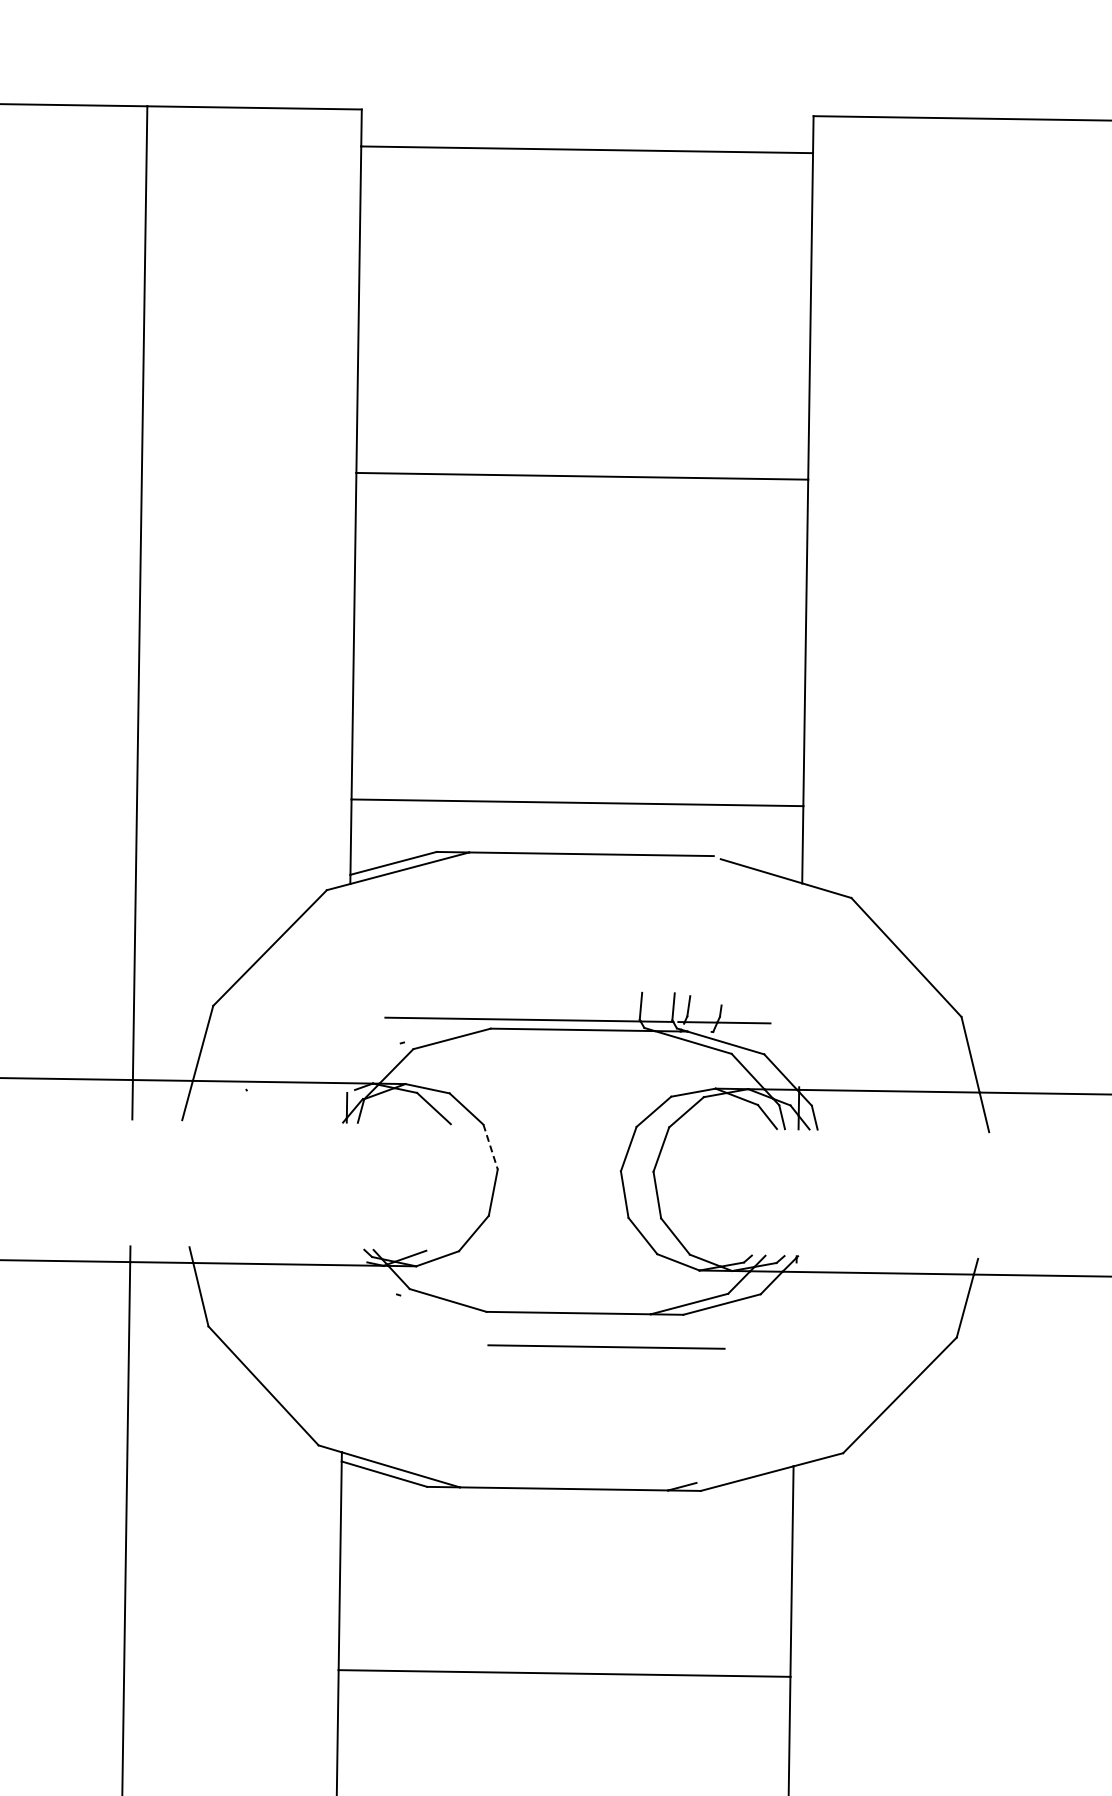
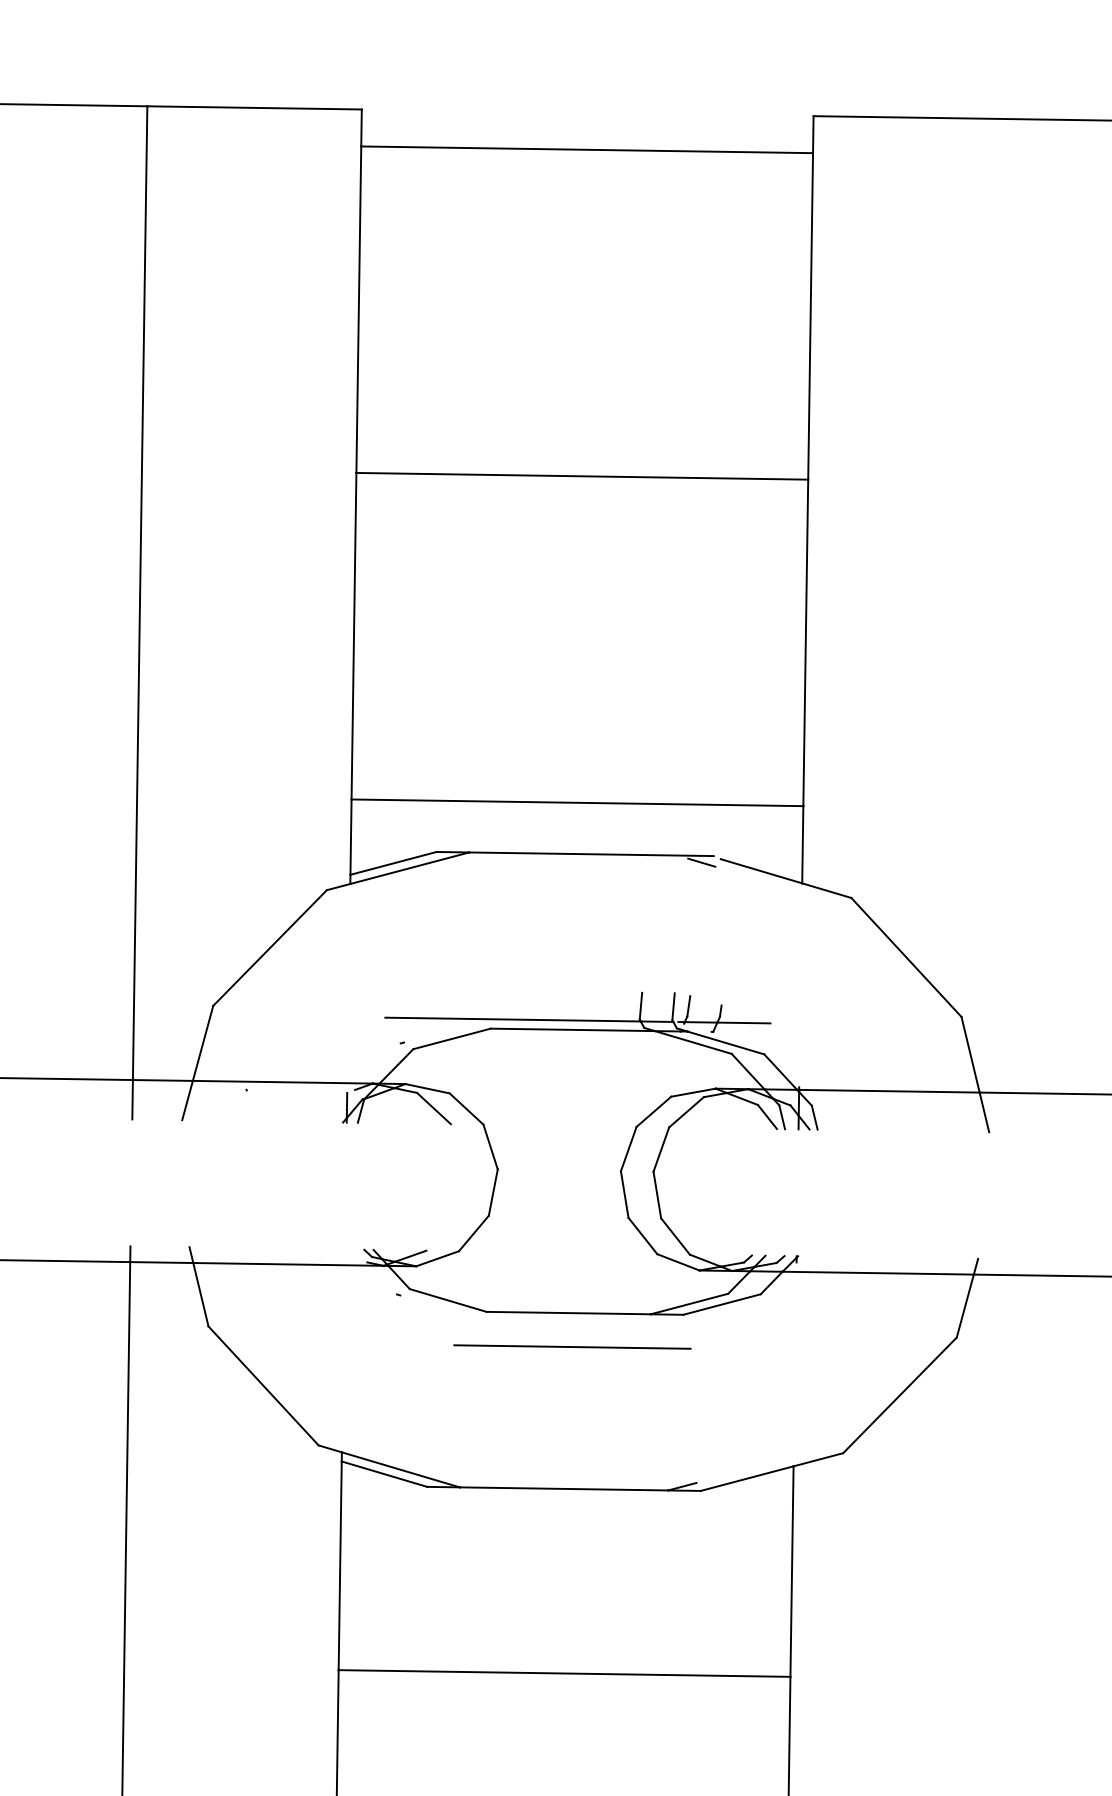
line at (701, 862): none -> present
line at (490, 1147): dashed -> solid
line at (606, 1346) position: (606, 1346) -> (572, 1346)
